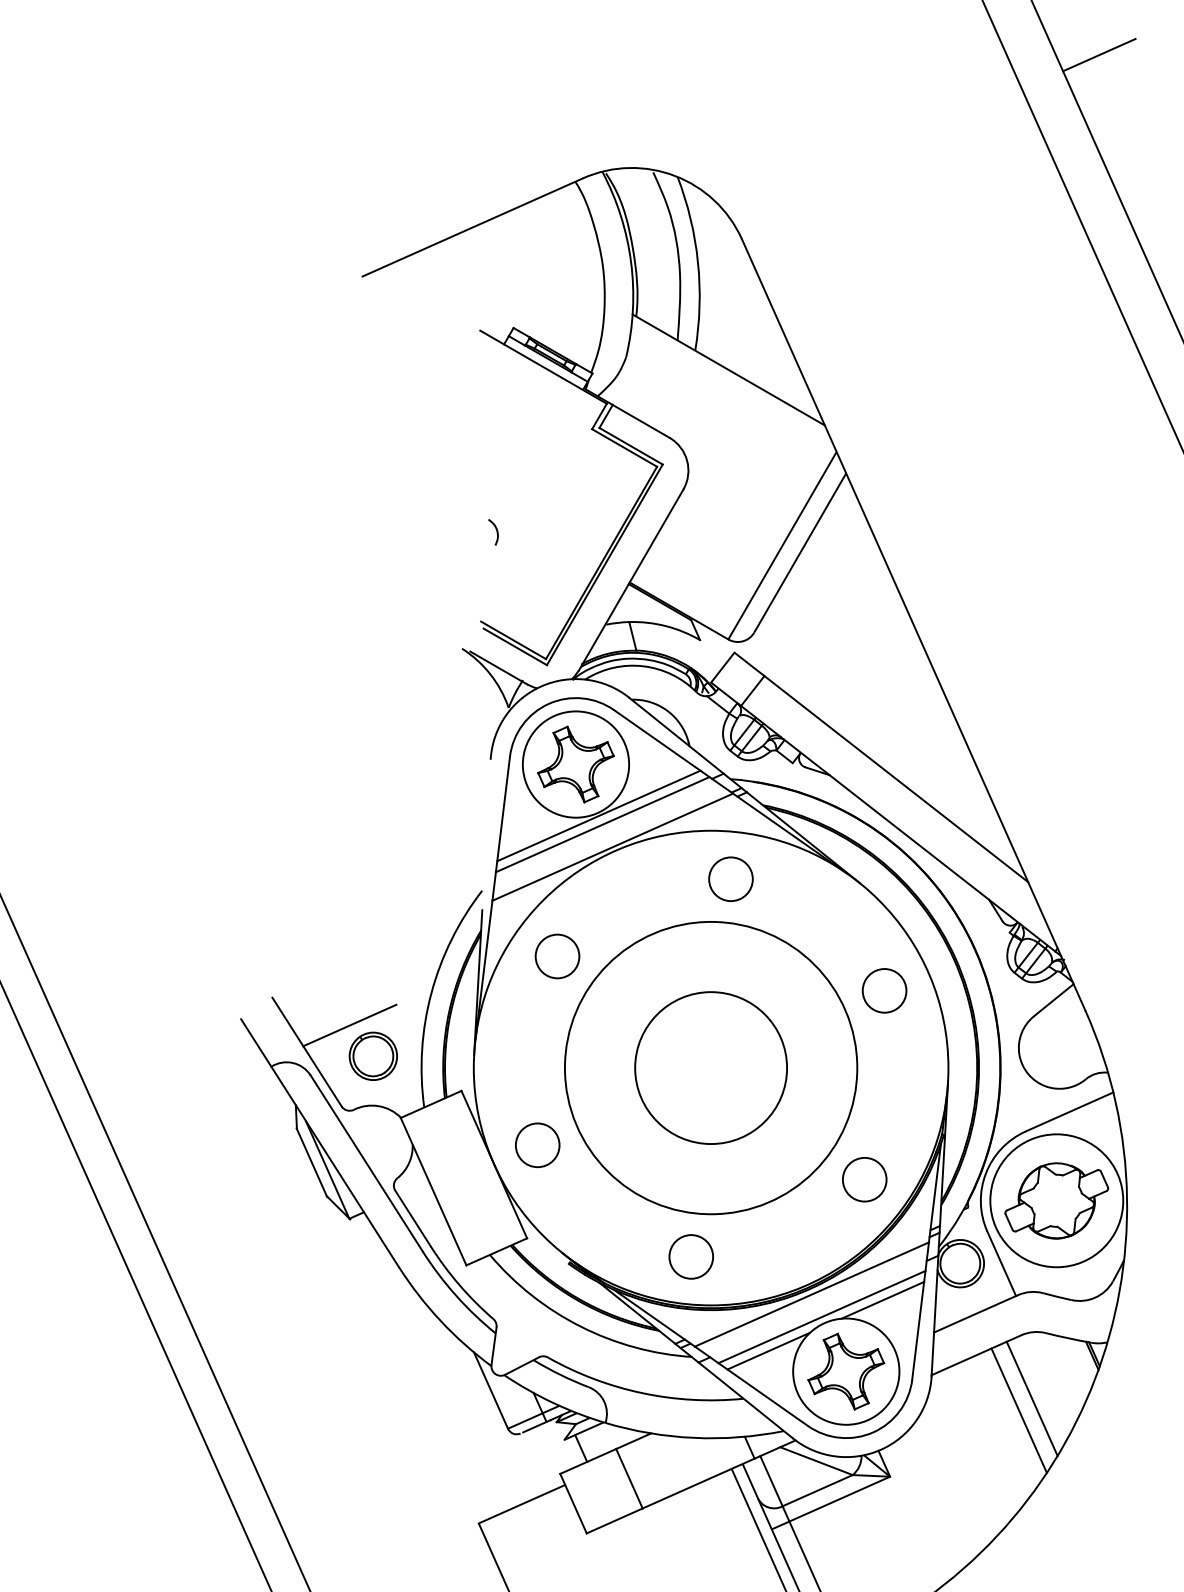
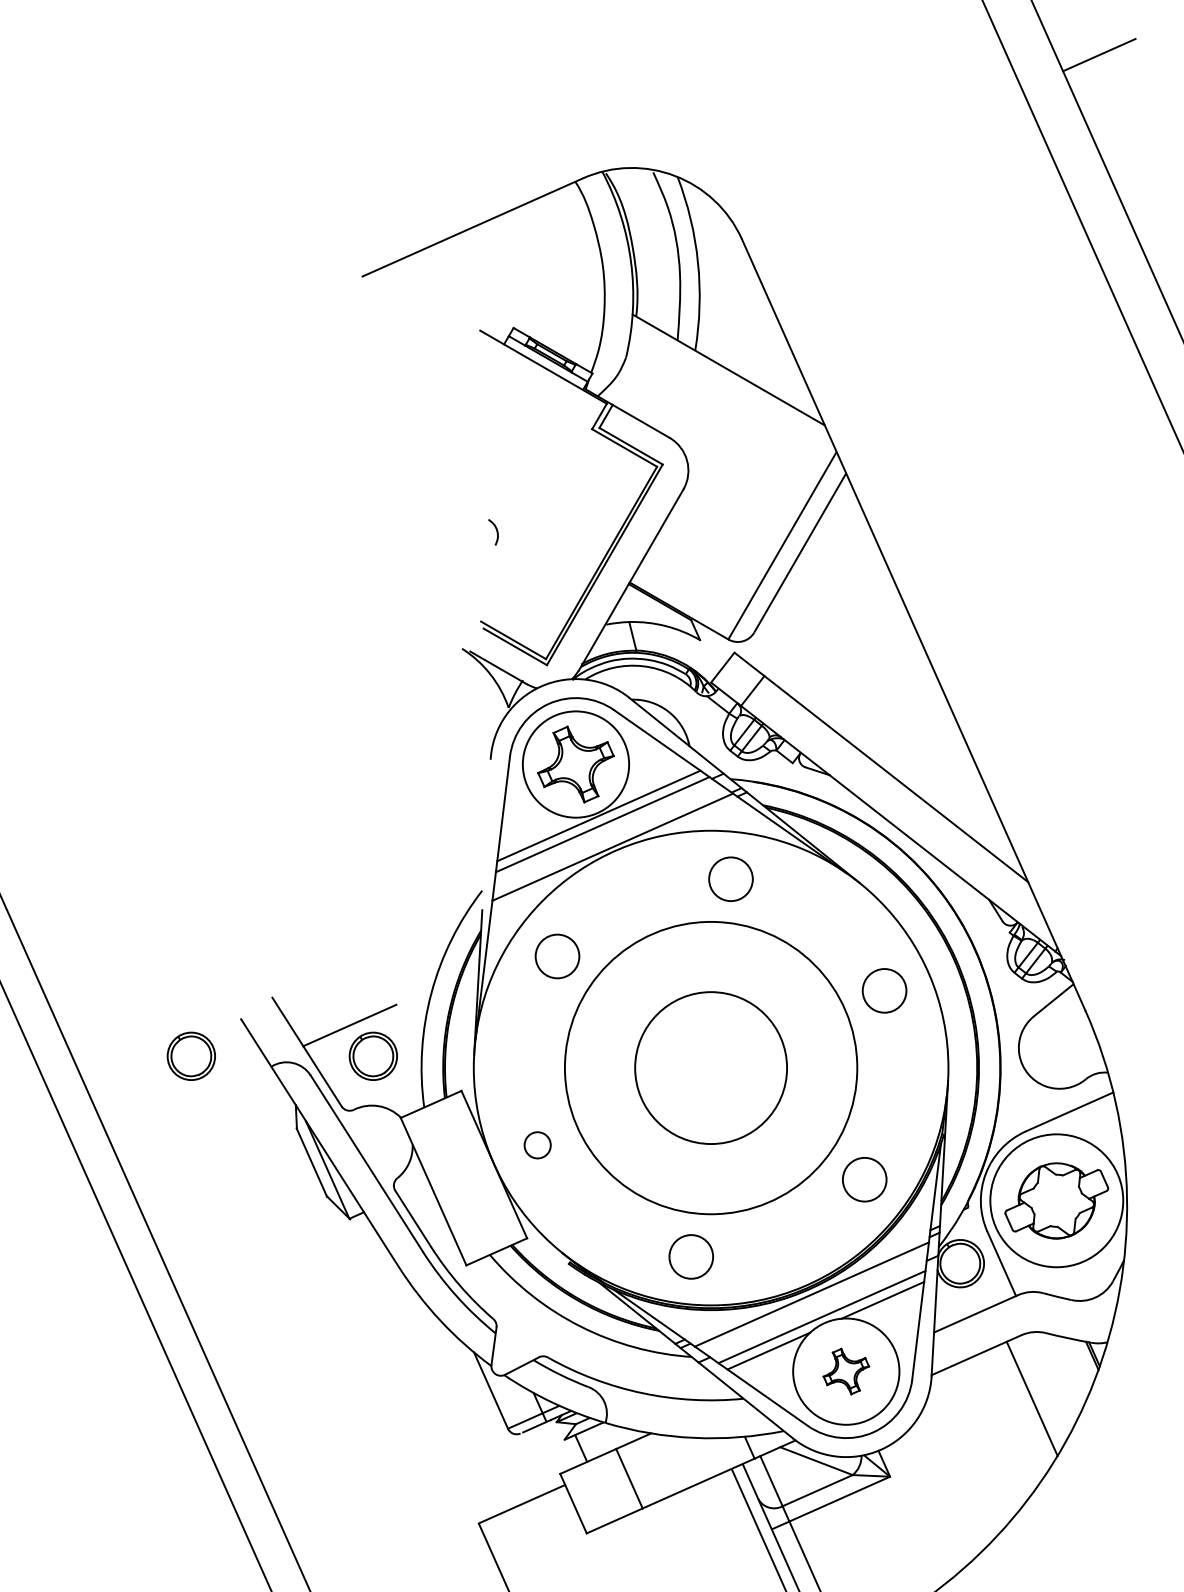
part at (190, 1055): none -> present
circle at (537, 1145) diameter: 44 px -> 26 px
part at (846, 1371) size: 79x79 px -> 49x49 px
line at (1018, 1410): present -> none
